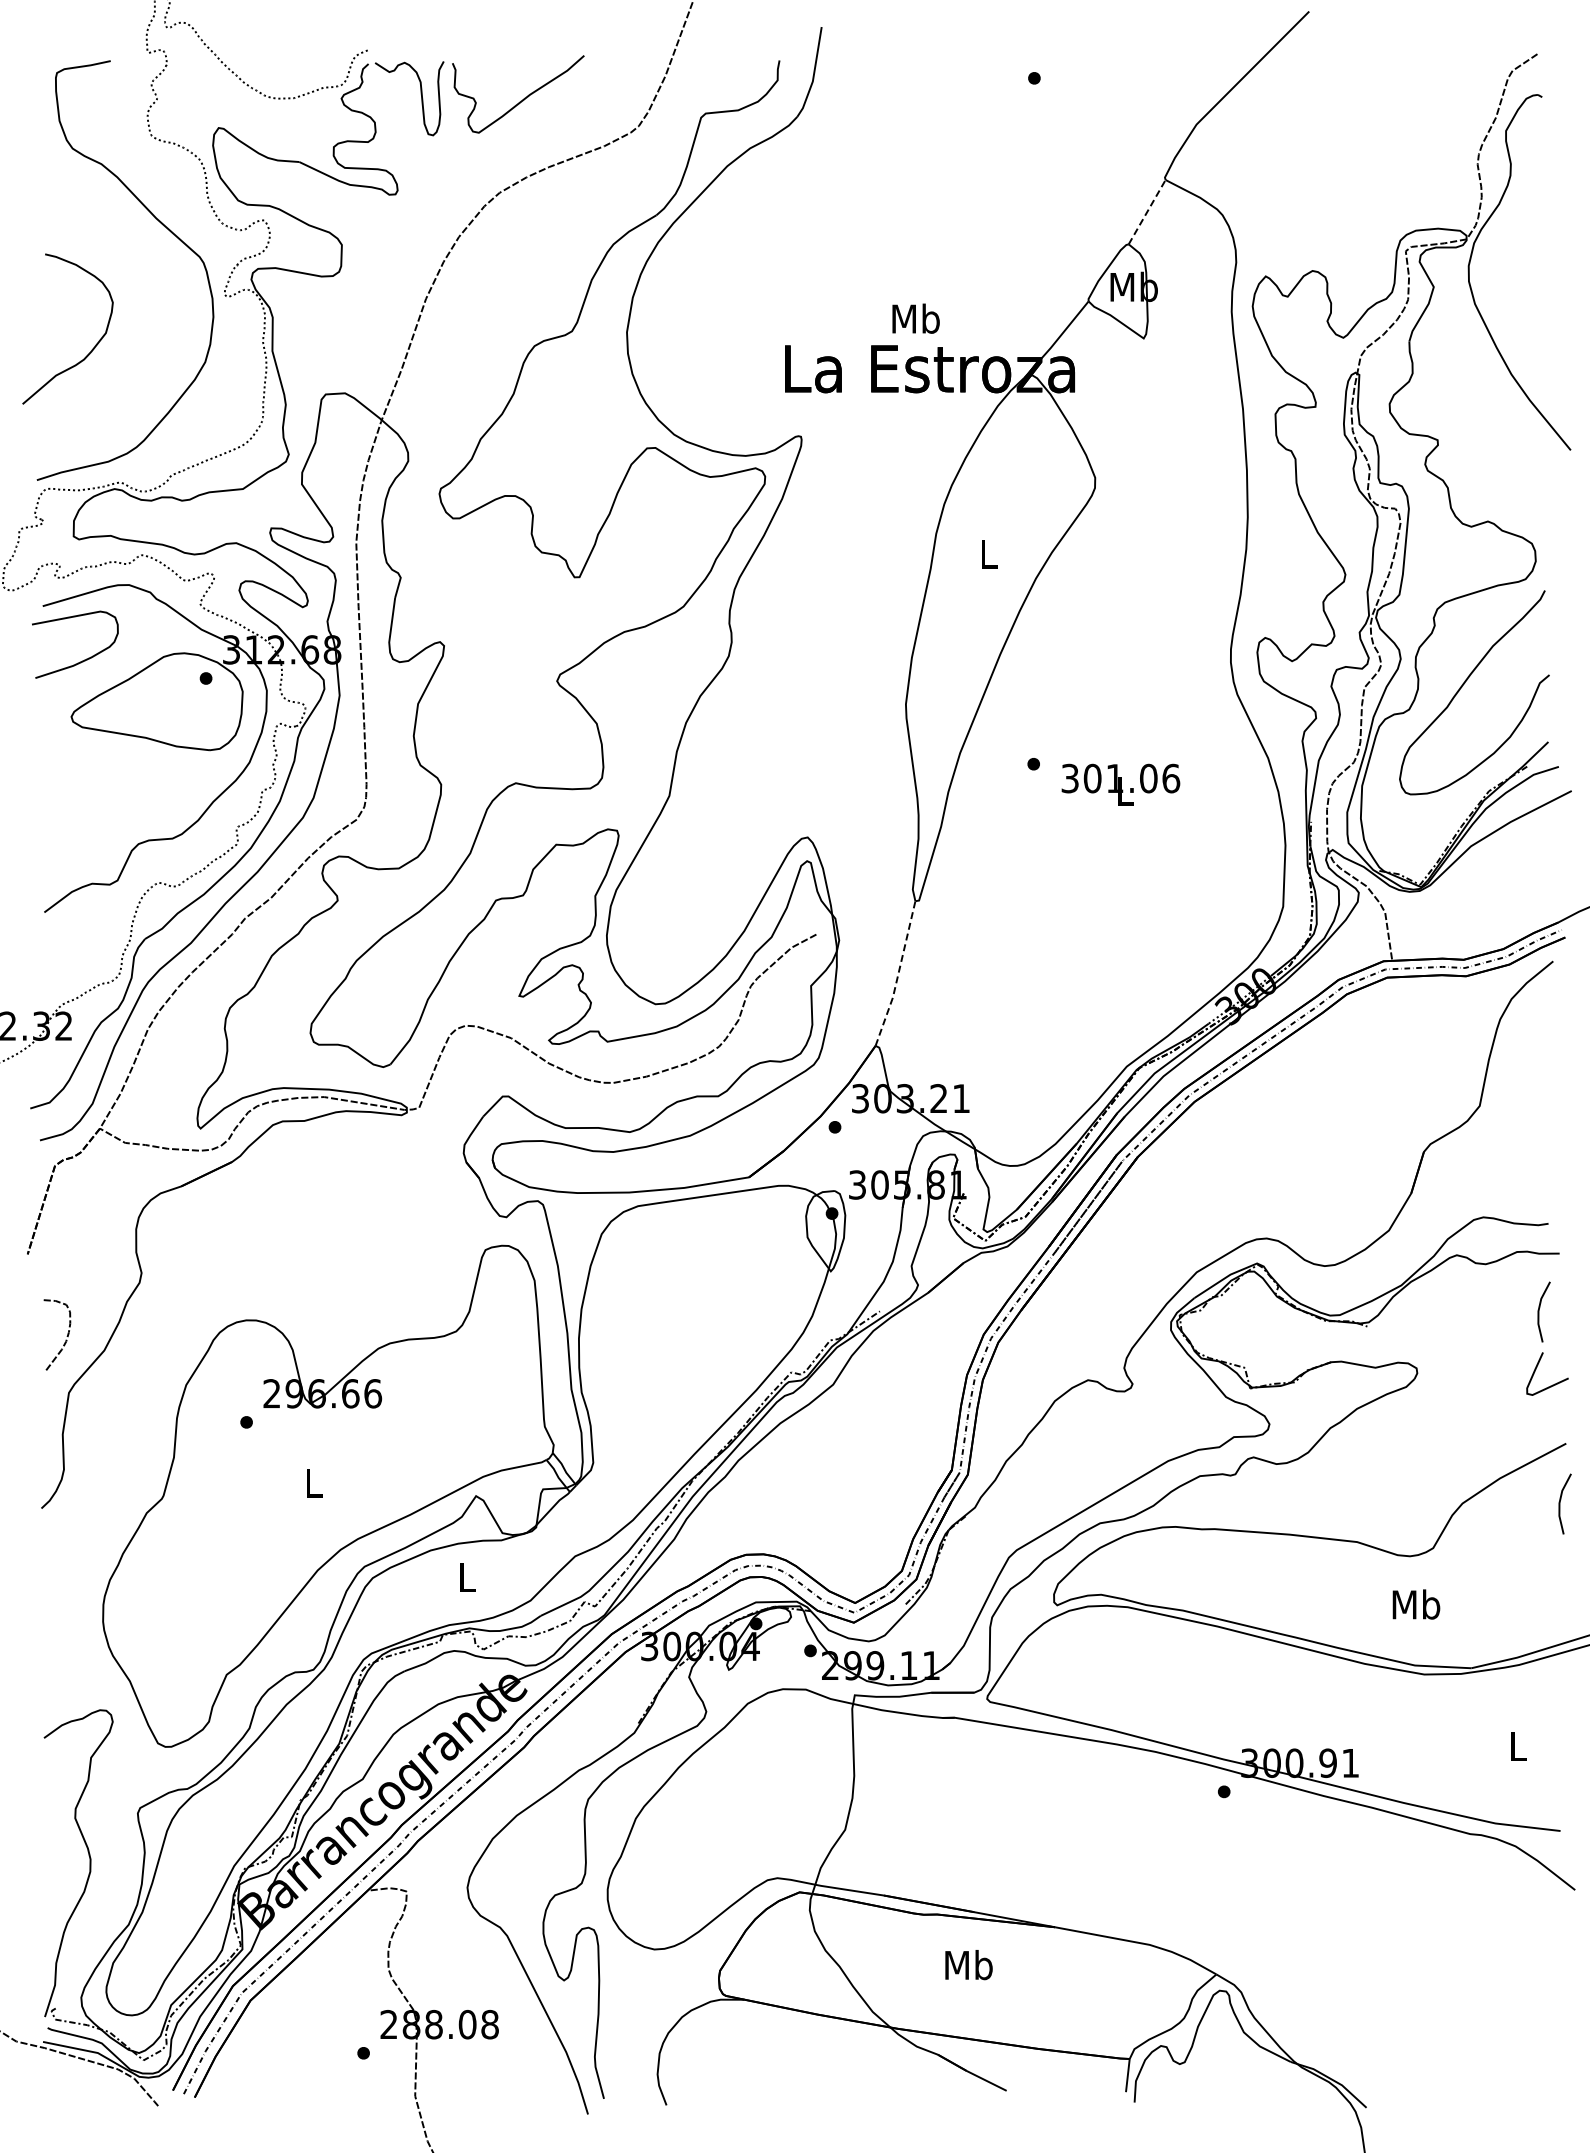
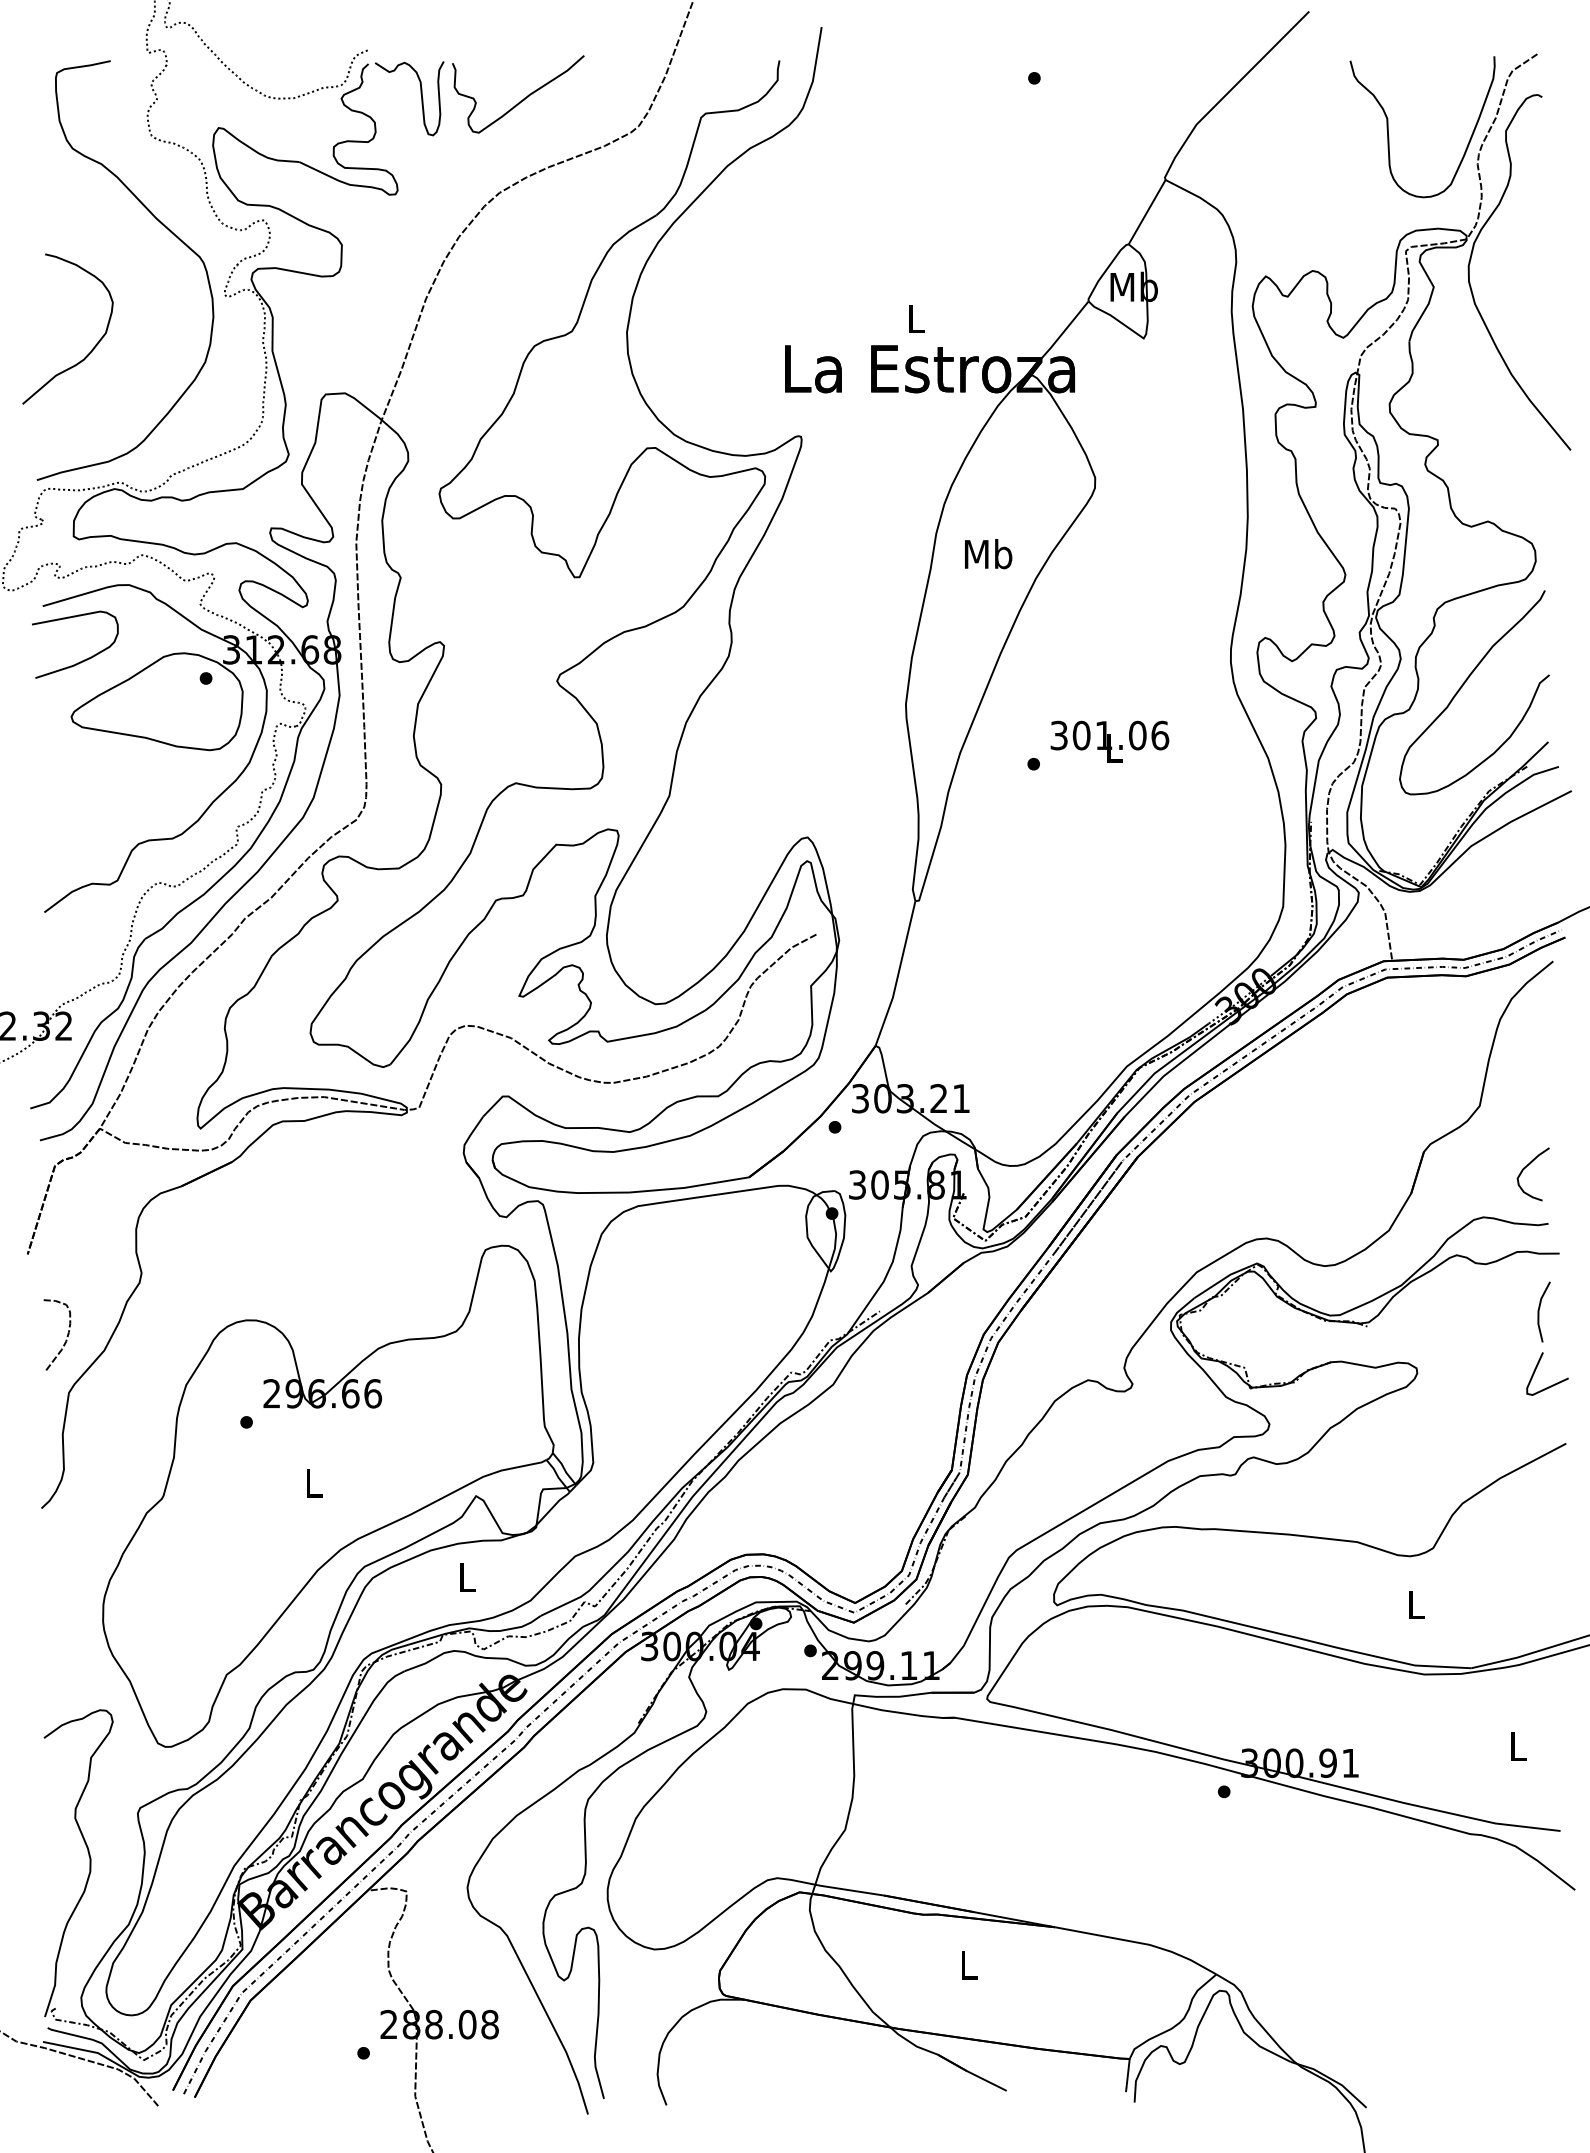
curve at (1388, 127): none -> present
line at (1147, 211): dashed -> solid
text at (915, 318): Mb -> L
text at (988, 554): L -> Mb
text at (1120, 784) position: (1120, 784) -> (1109, 741)
line at (898, 974): dashed -> solid
curve at (1526, 1167): none -> present
line at (1560, 1503): present -> none
text at (1416, 1604): Mb -> L
text at (968, 1965): Mb -> L
